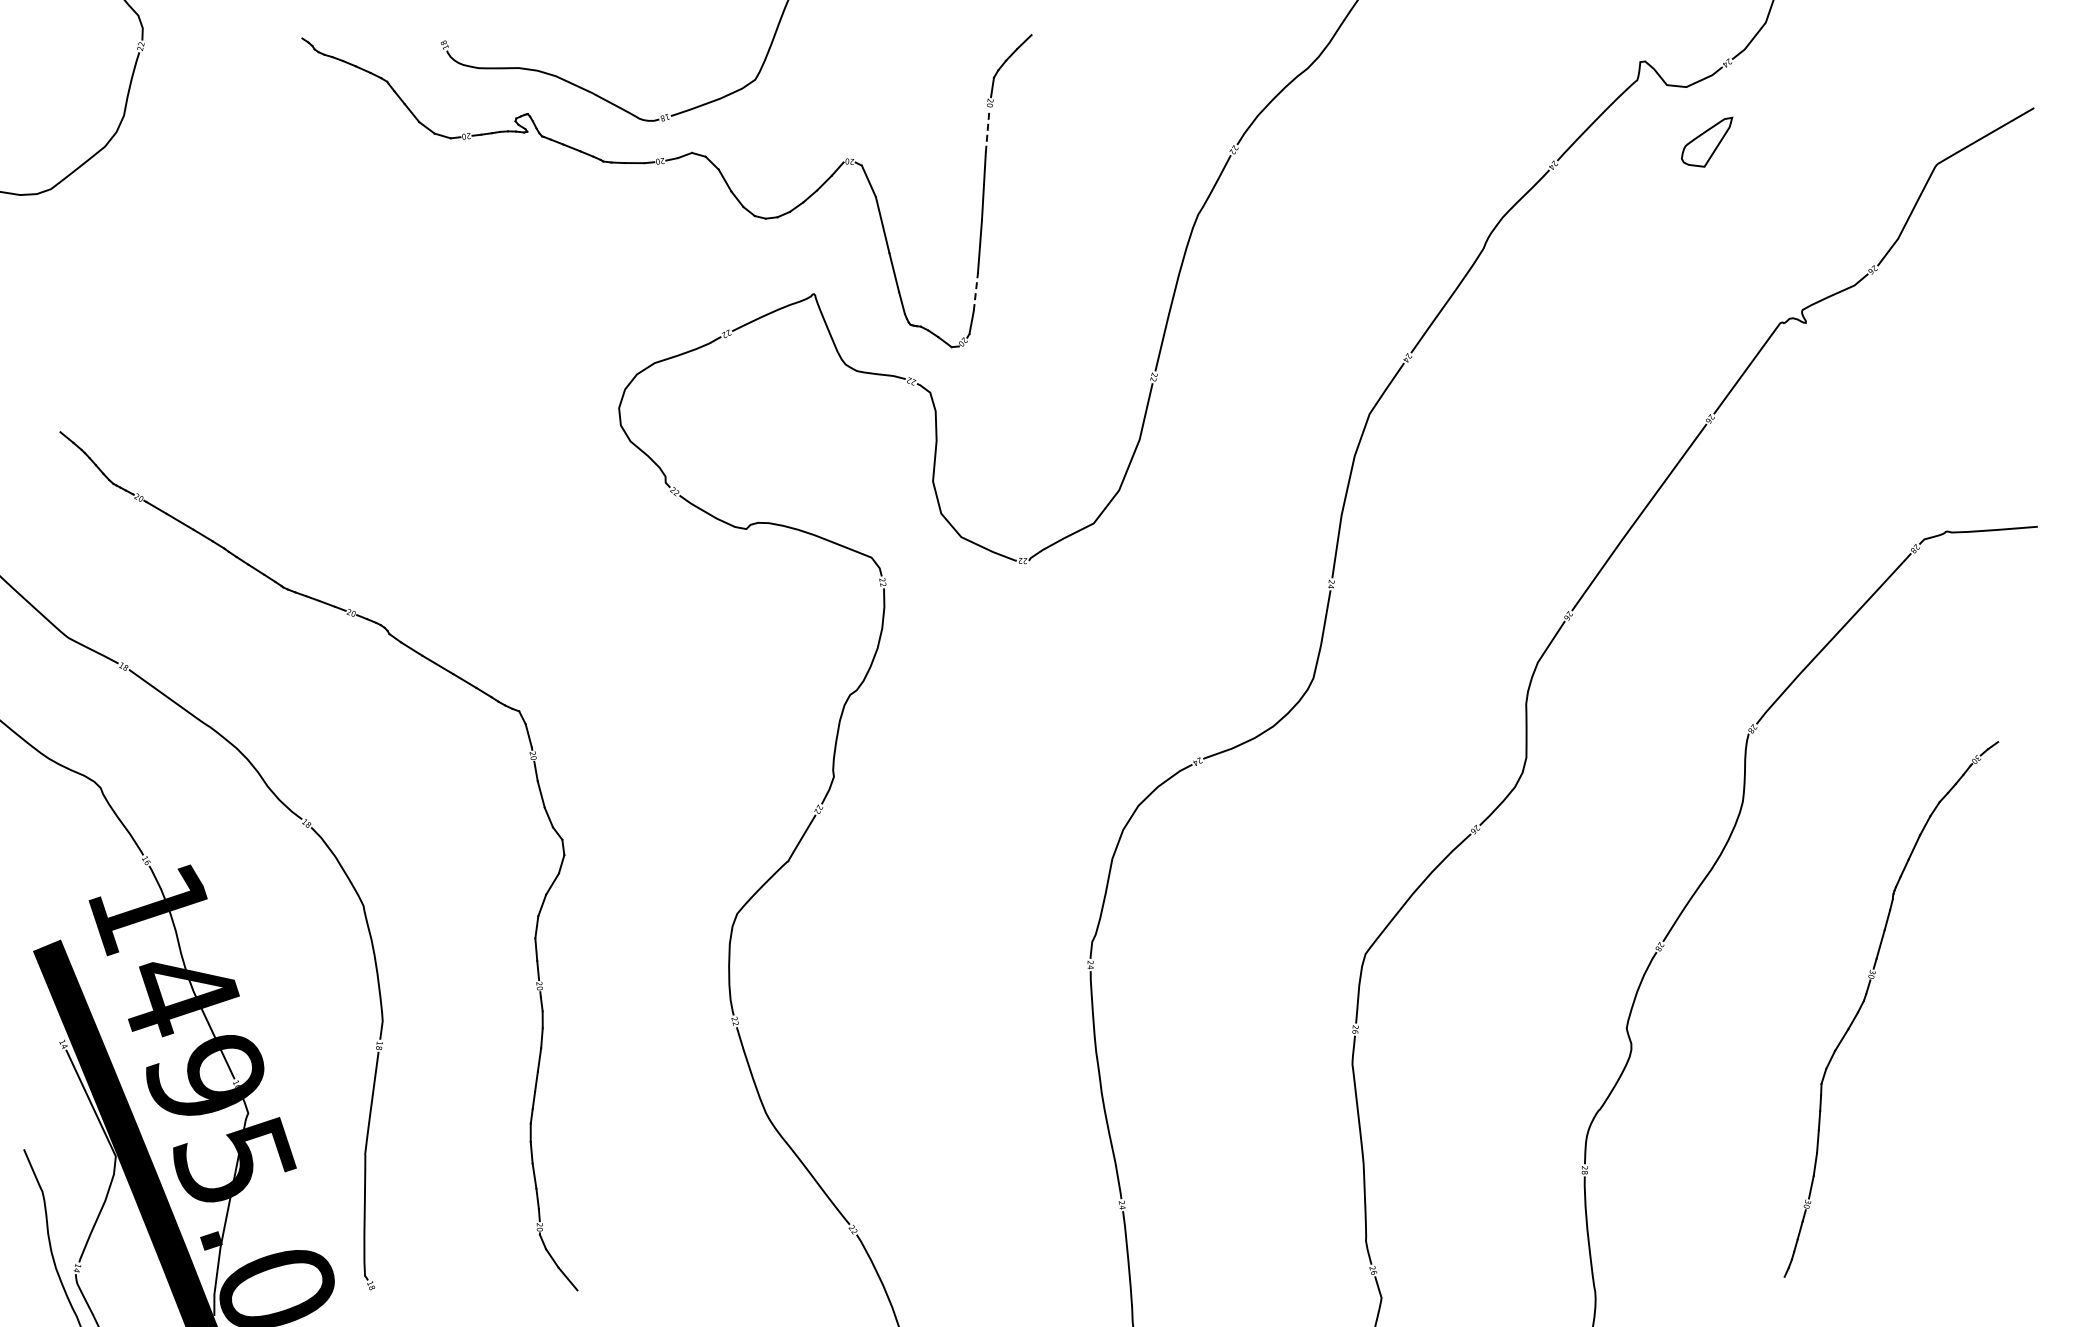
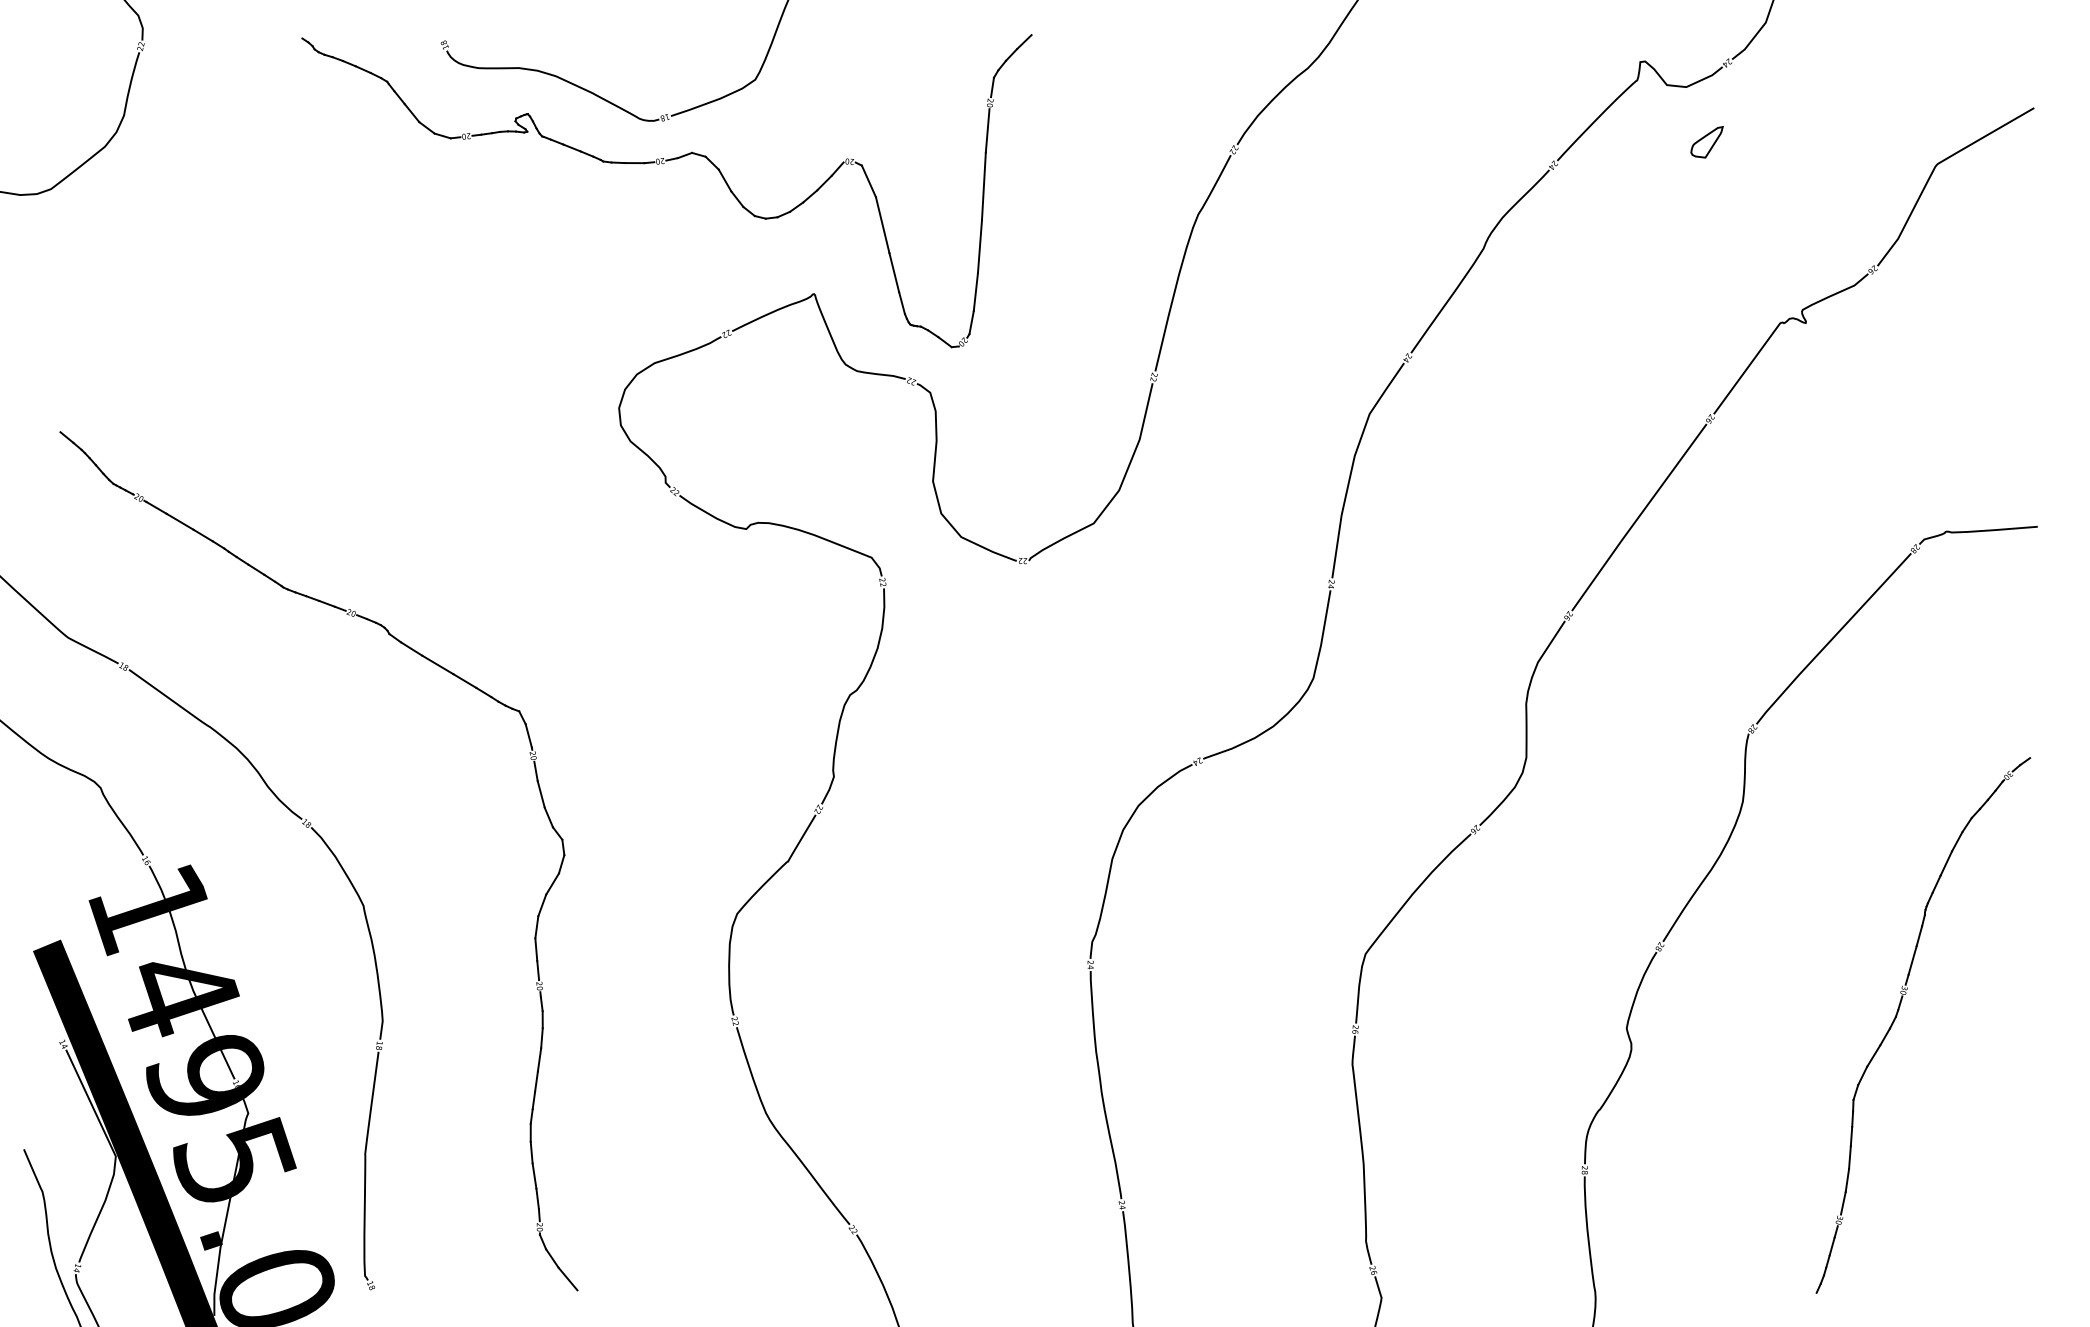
line at (987, 130): dashed -> solid
part at (1707, 141) size: 53x52 px -> 34x33 px
line at (975, 291): dashed -> solid
part at (1865, 1000) position: (1865, 1000) -> (1897, 1016)
